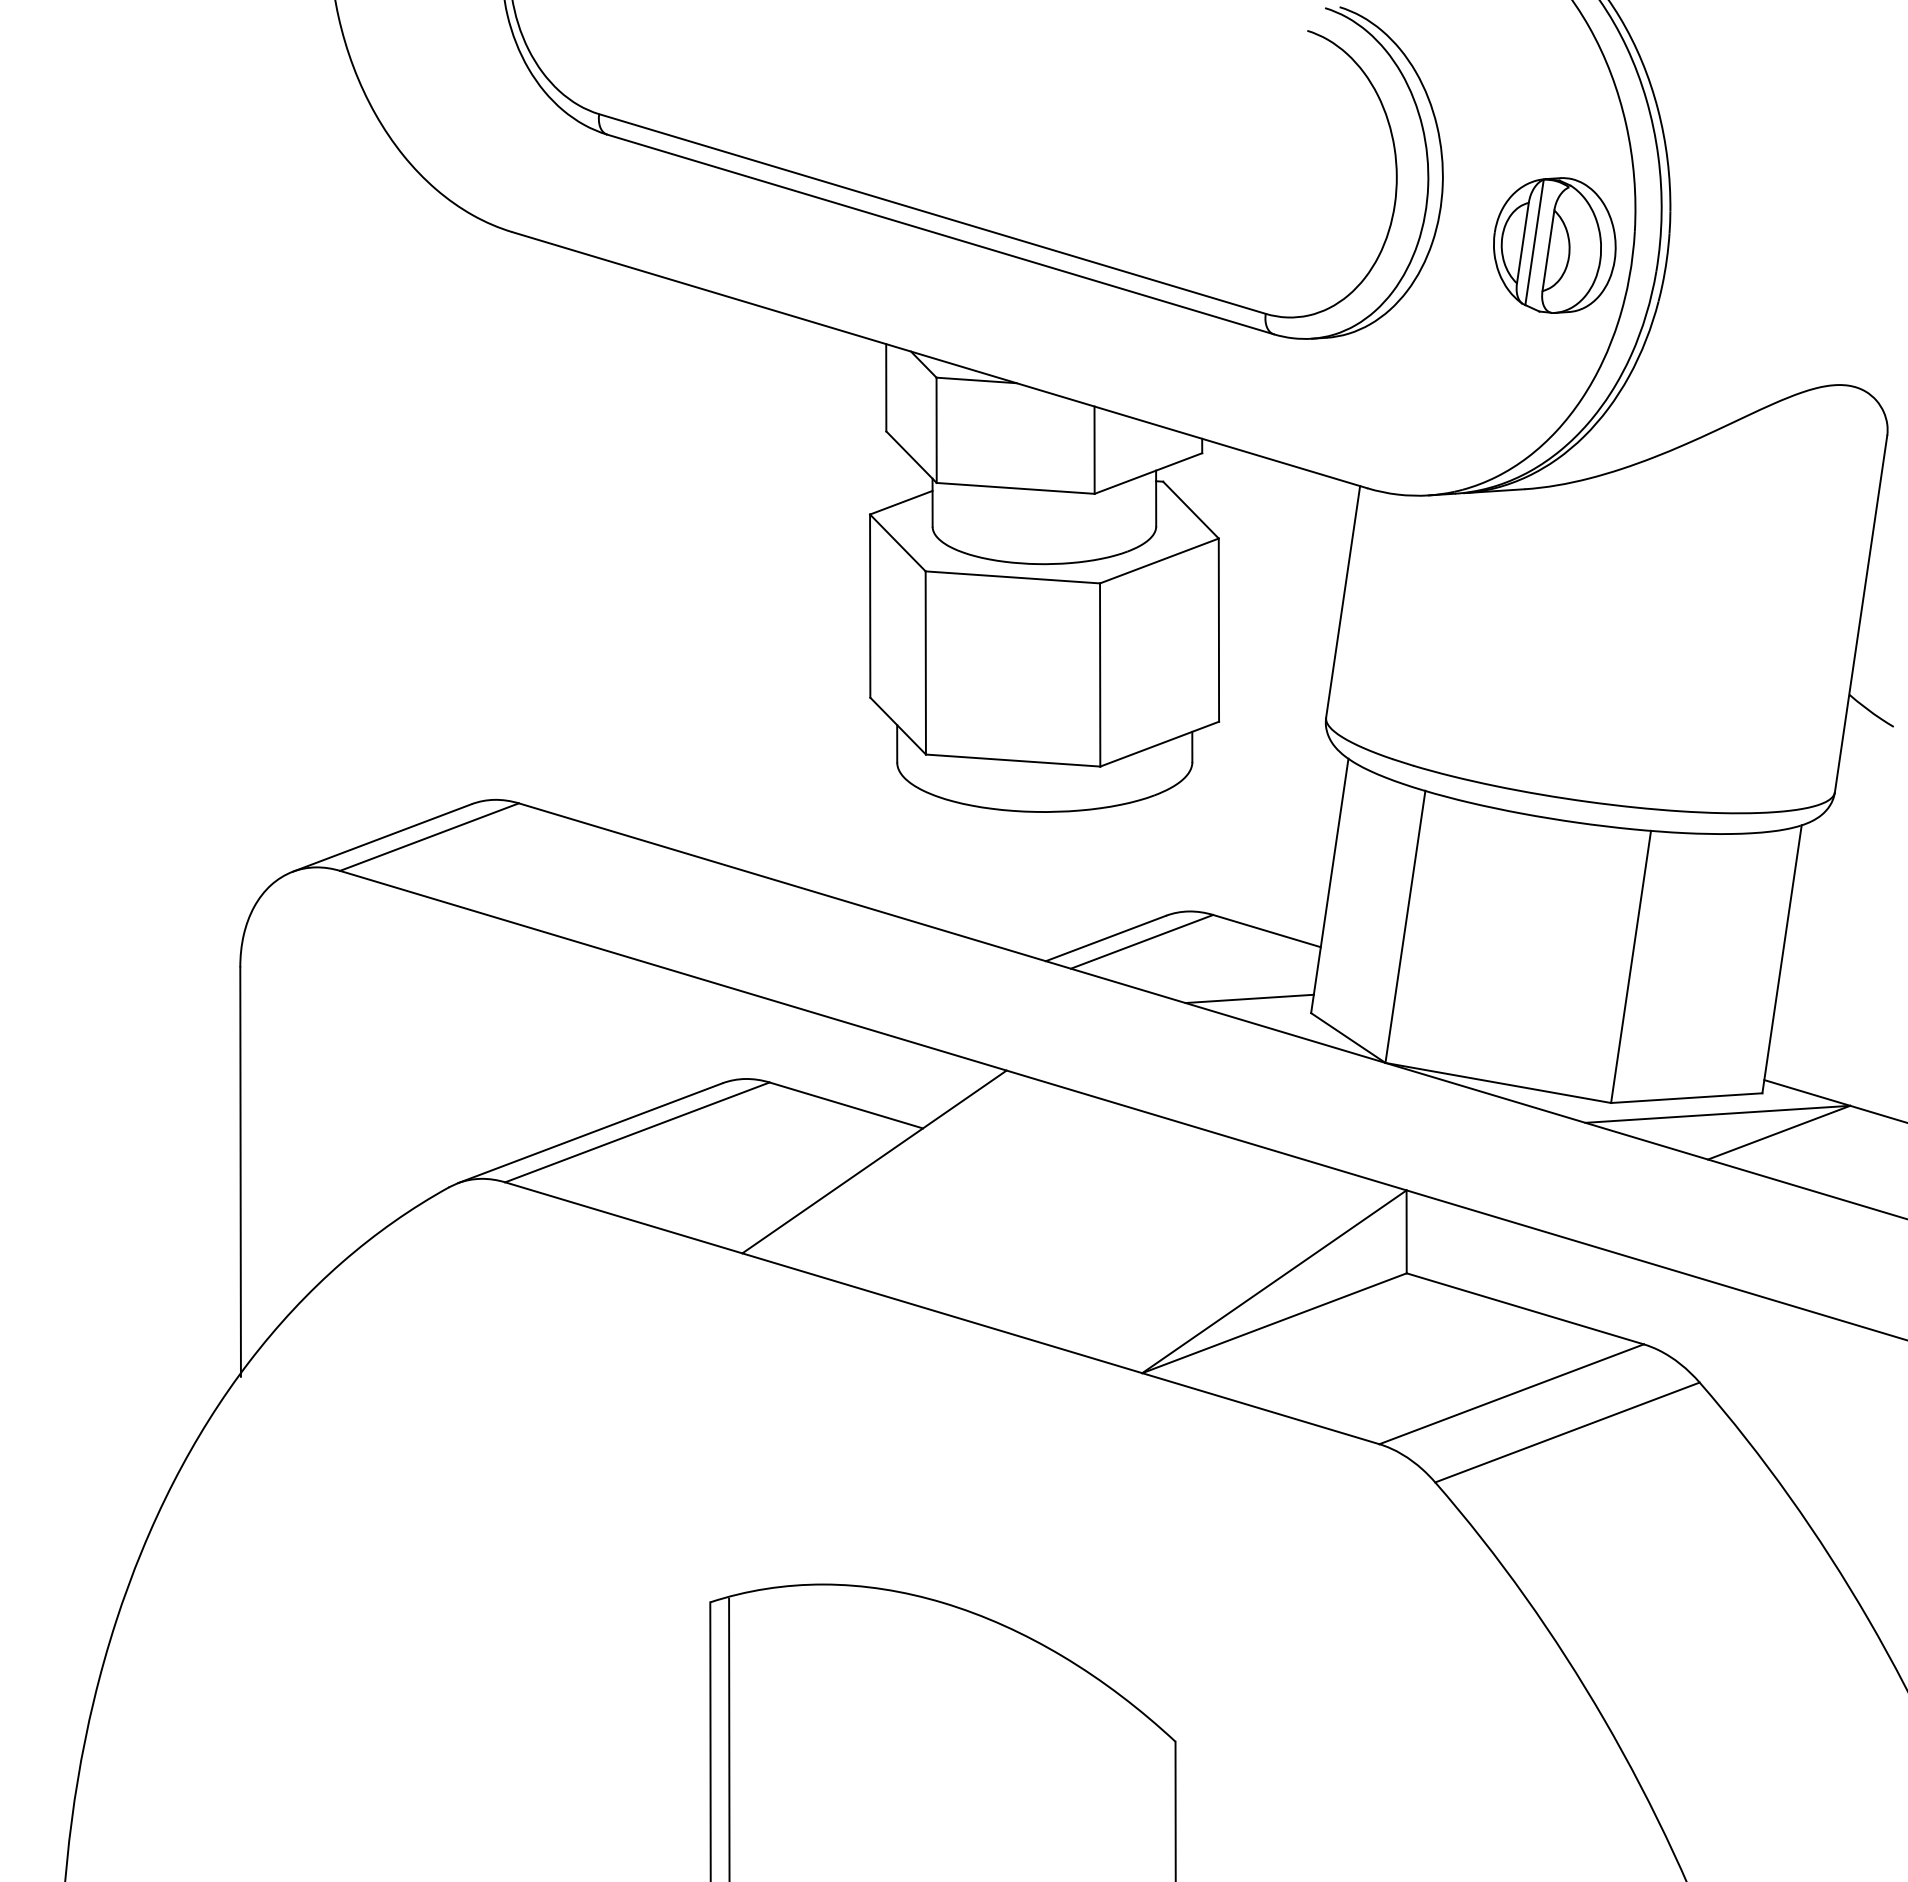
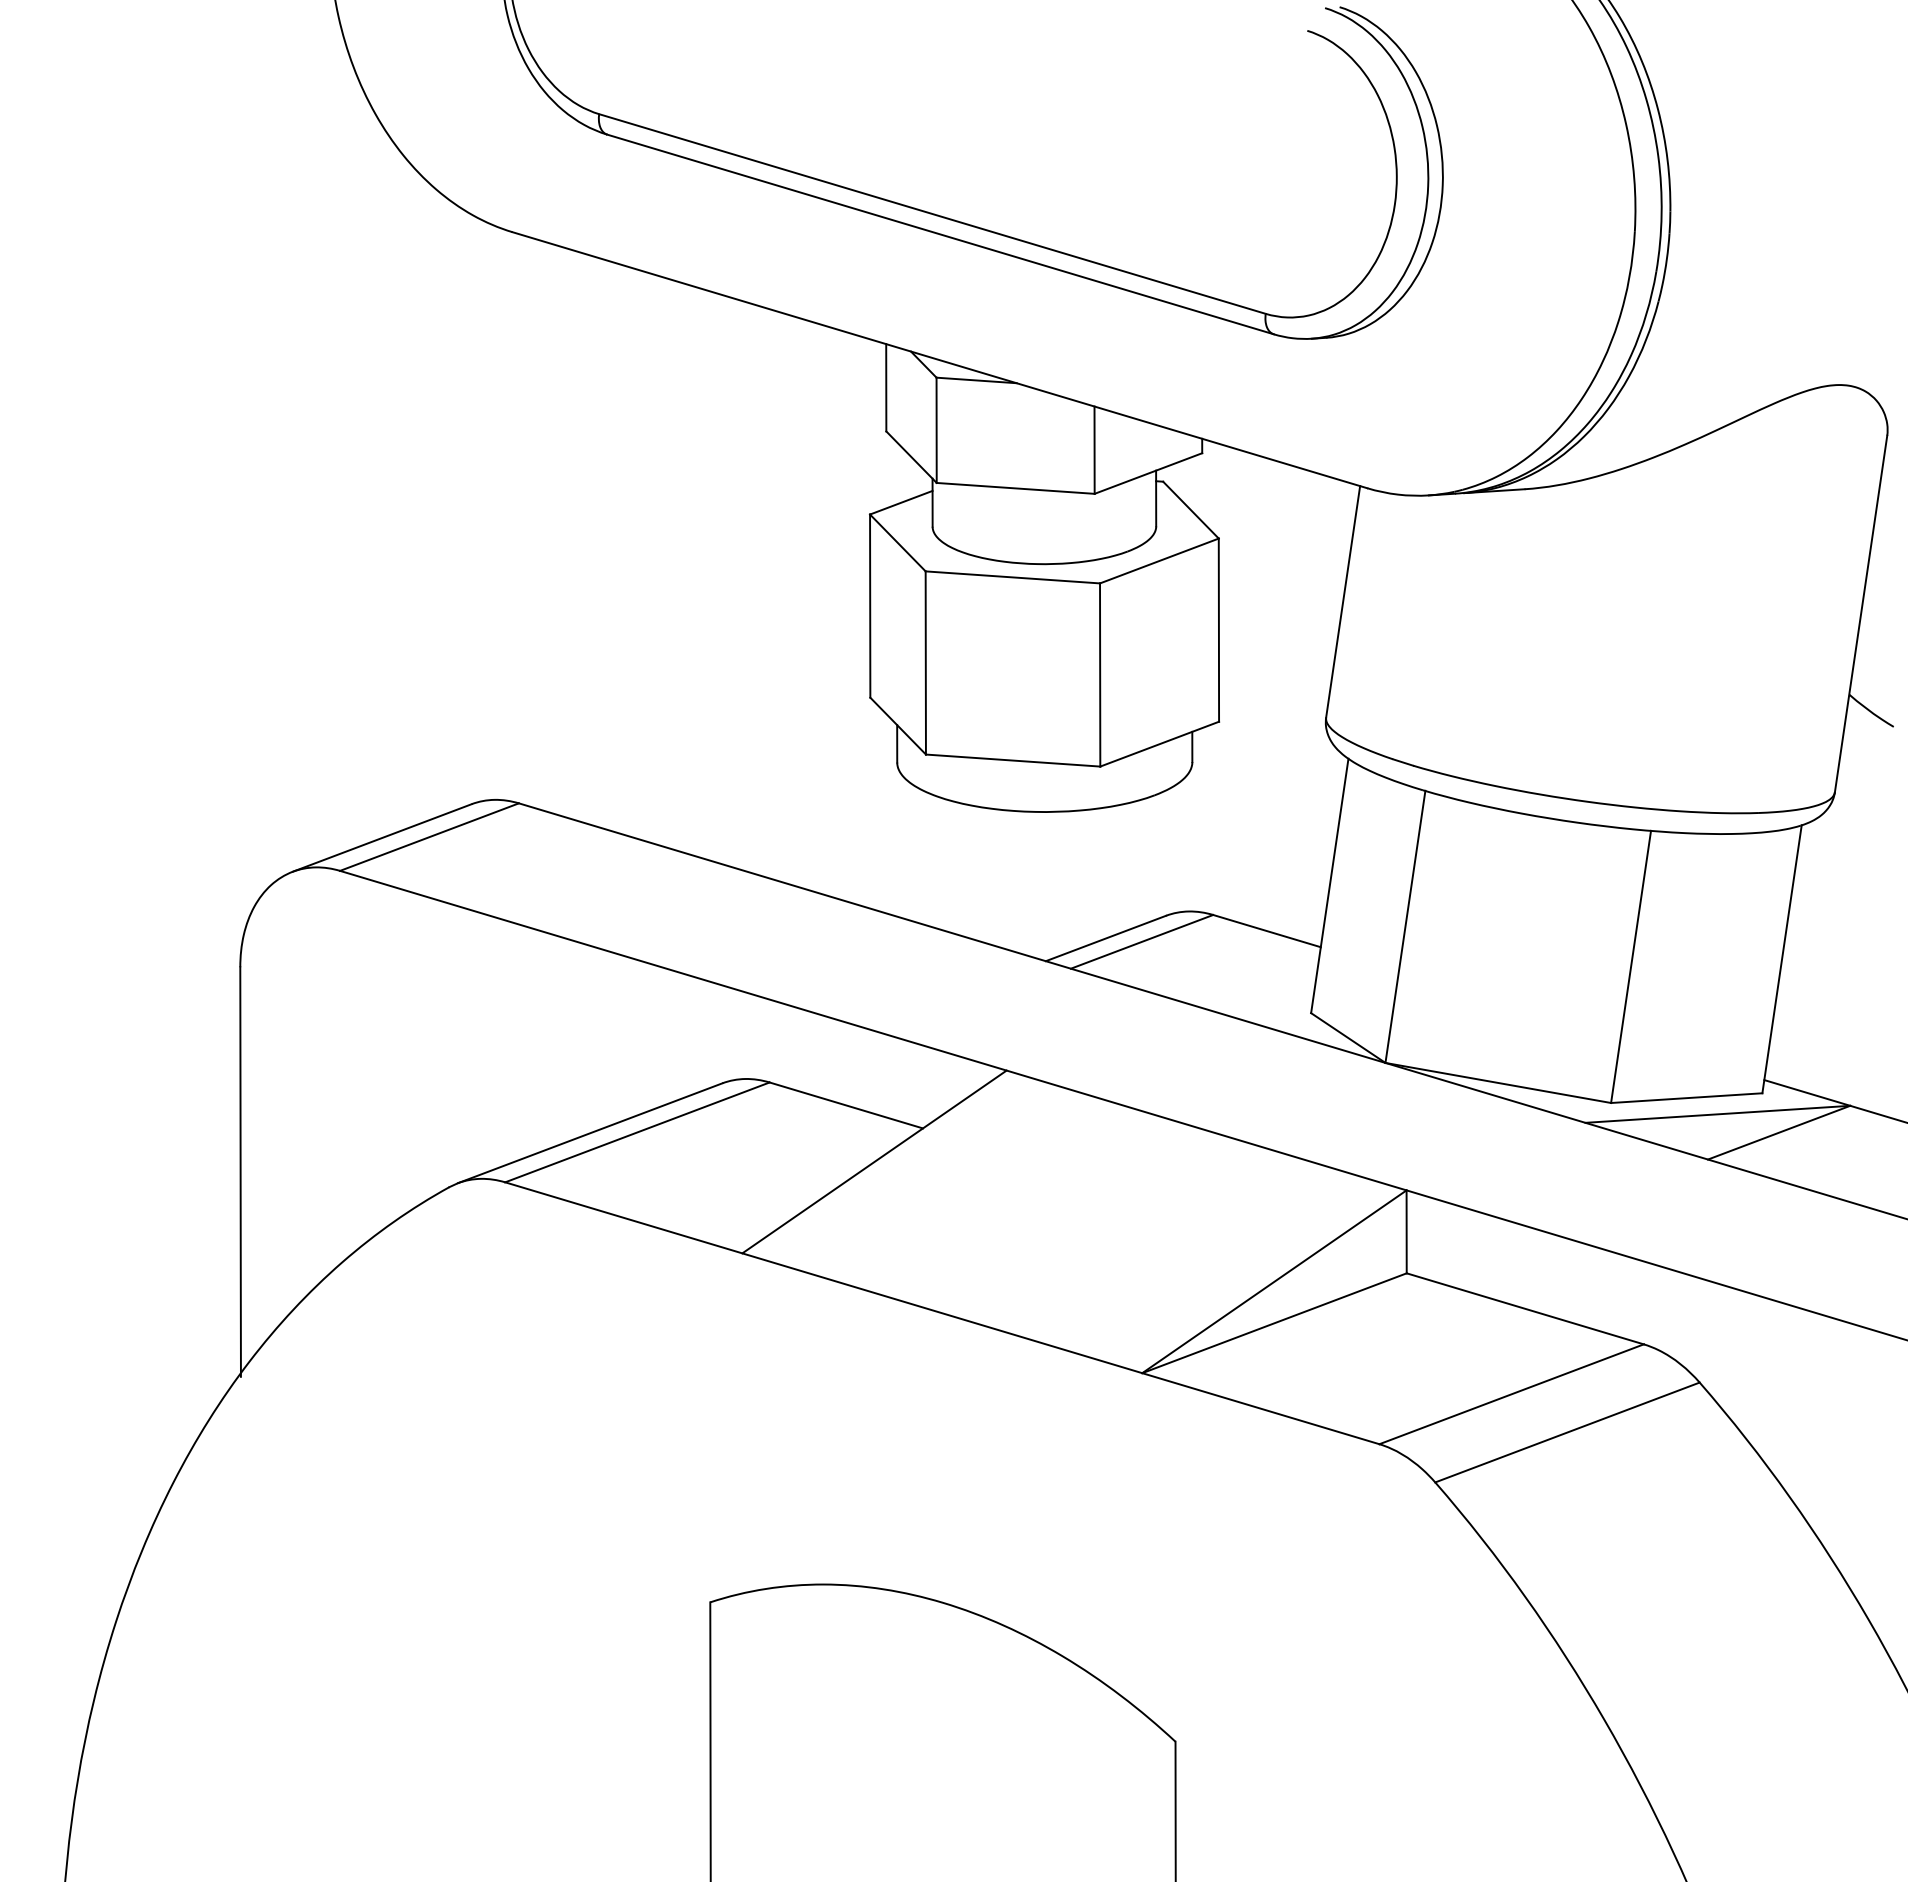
part at (1554, 245): present -> none
line at (1249, 998): present -> none
line at (729, 1738): present -> none
